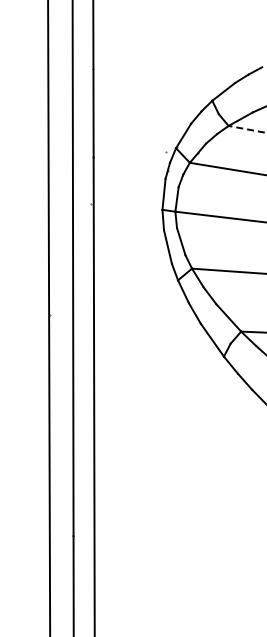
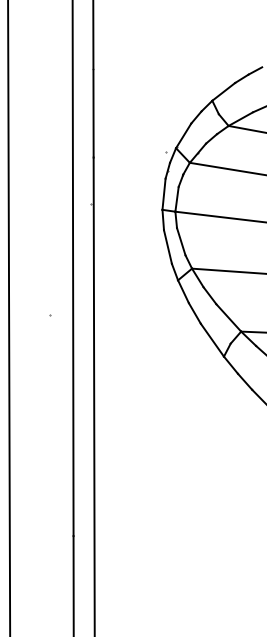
line at (247, 129): dashed -> solid
line at (49, 317) position: (49, 317) -> (9, 317)
